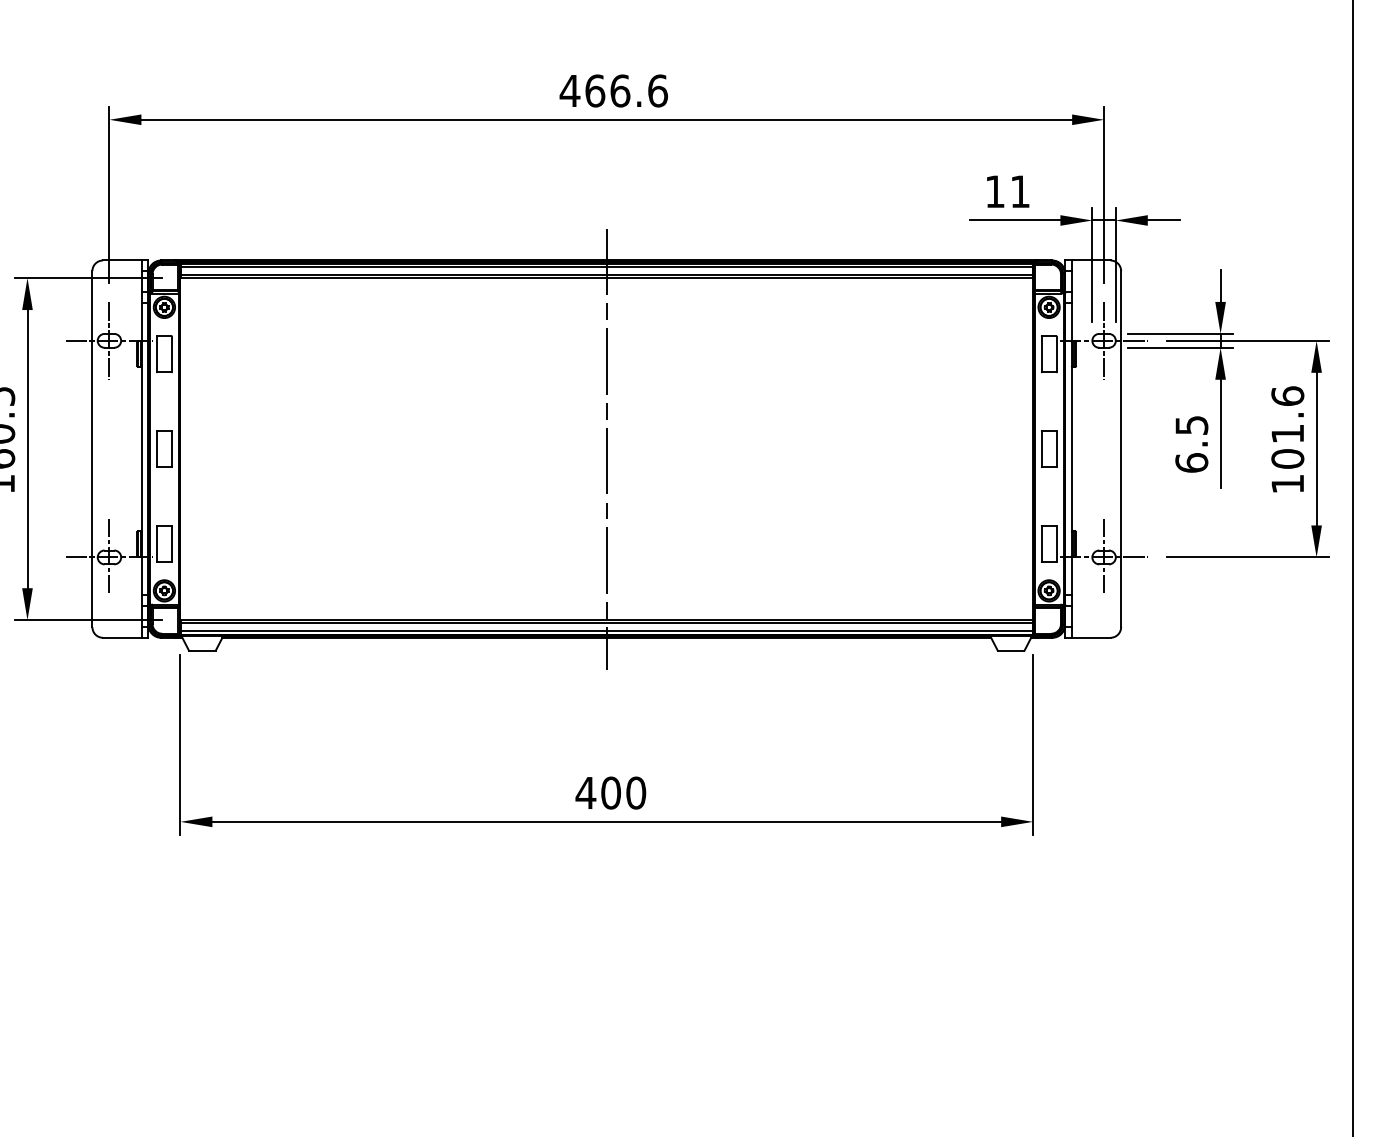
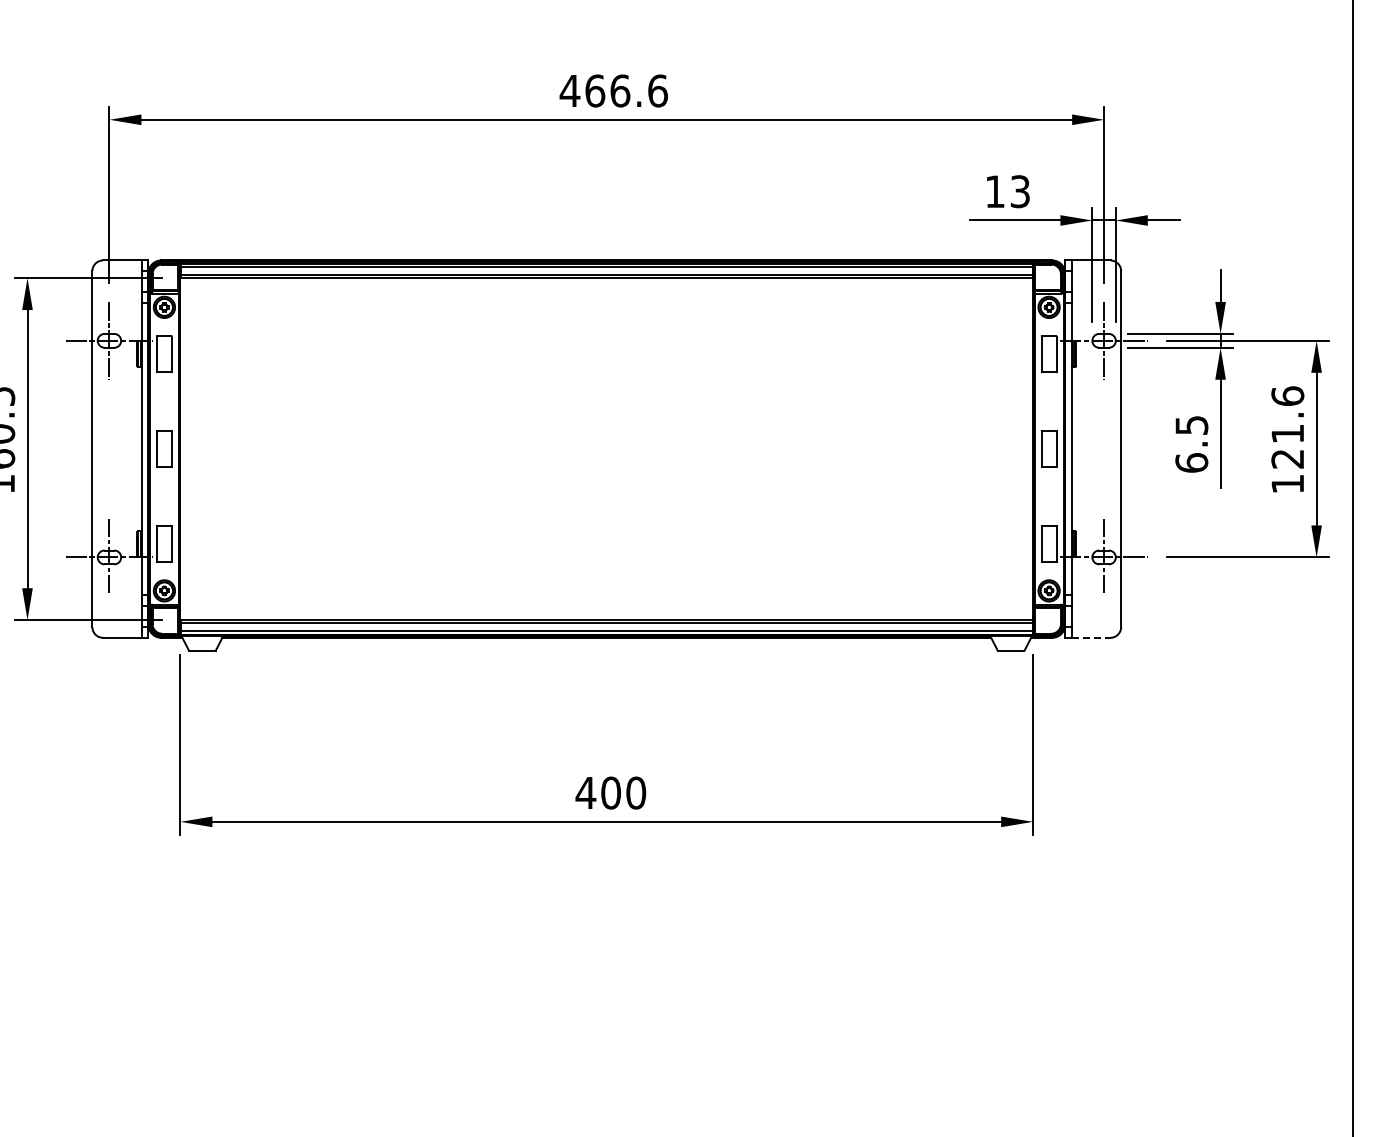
text at (1019, 191): 11 -> 13
line at (606, 448): present -> none
text at (1287, 458): 101.6 -> 121.6
line at (1091, 637): solid -> dashed
